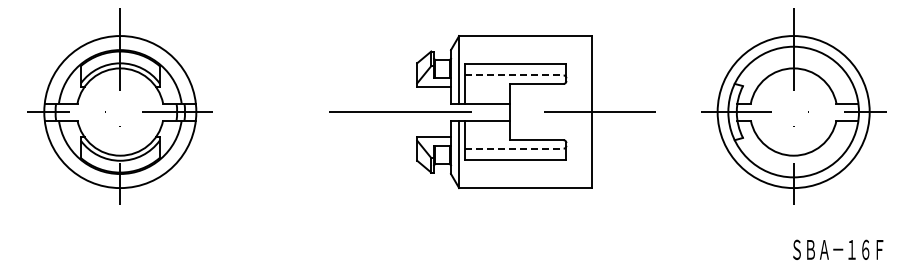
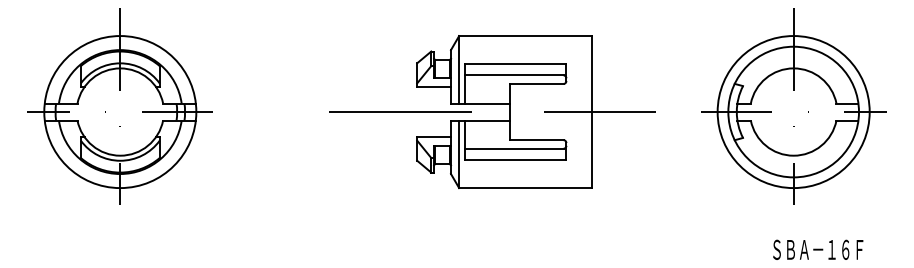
line at (514, 75): dashed -> solid
line at (514, 148): dashed -> solid
text at (838, 249) position: (838, 249) -> (818, 249)
